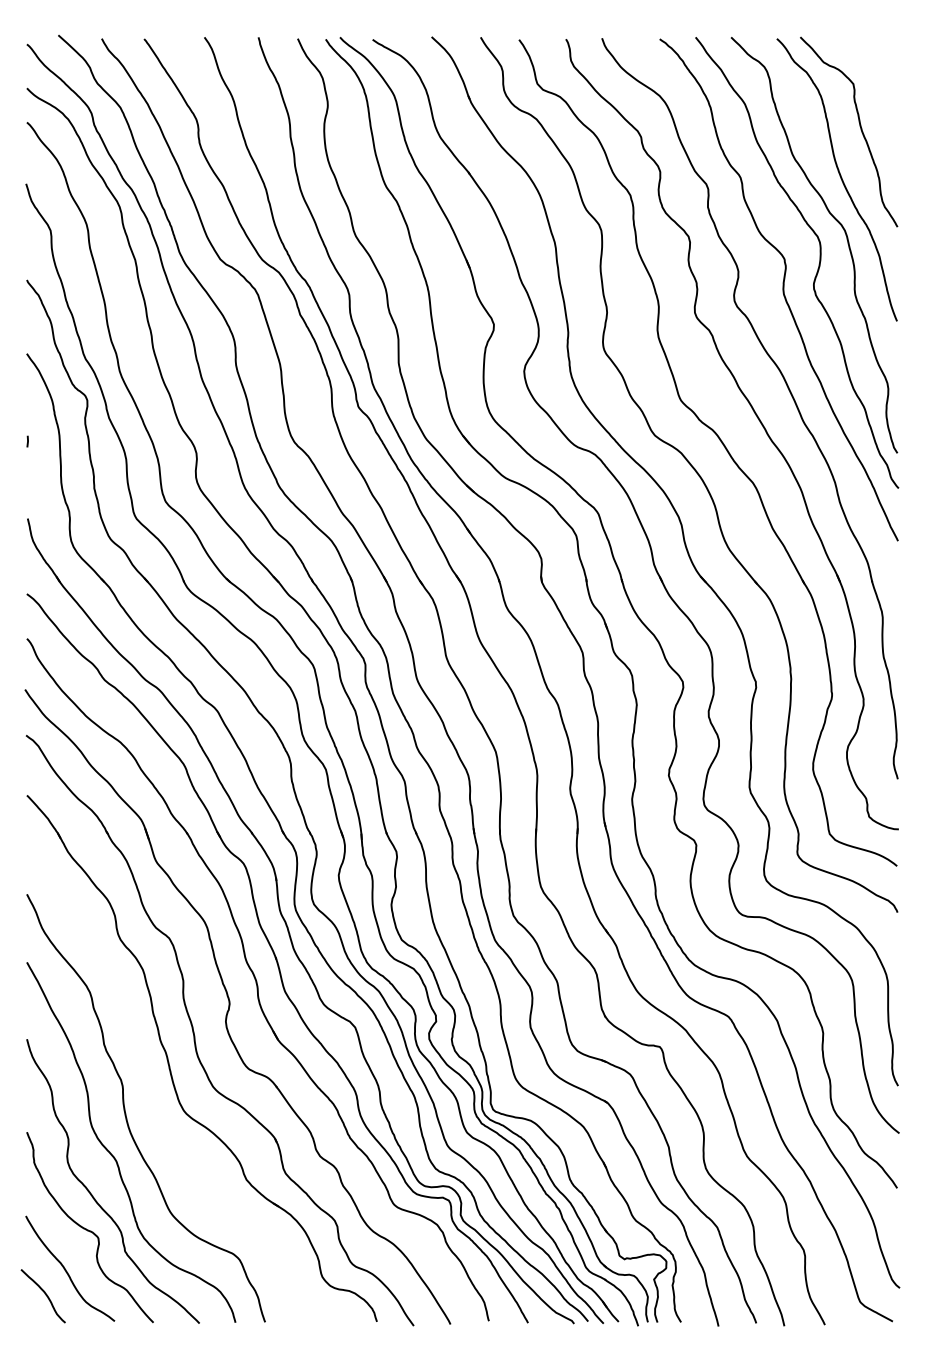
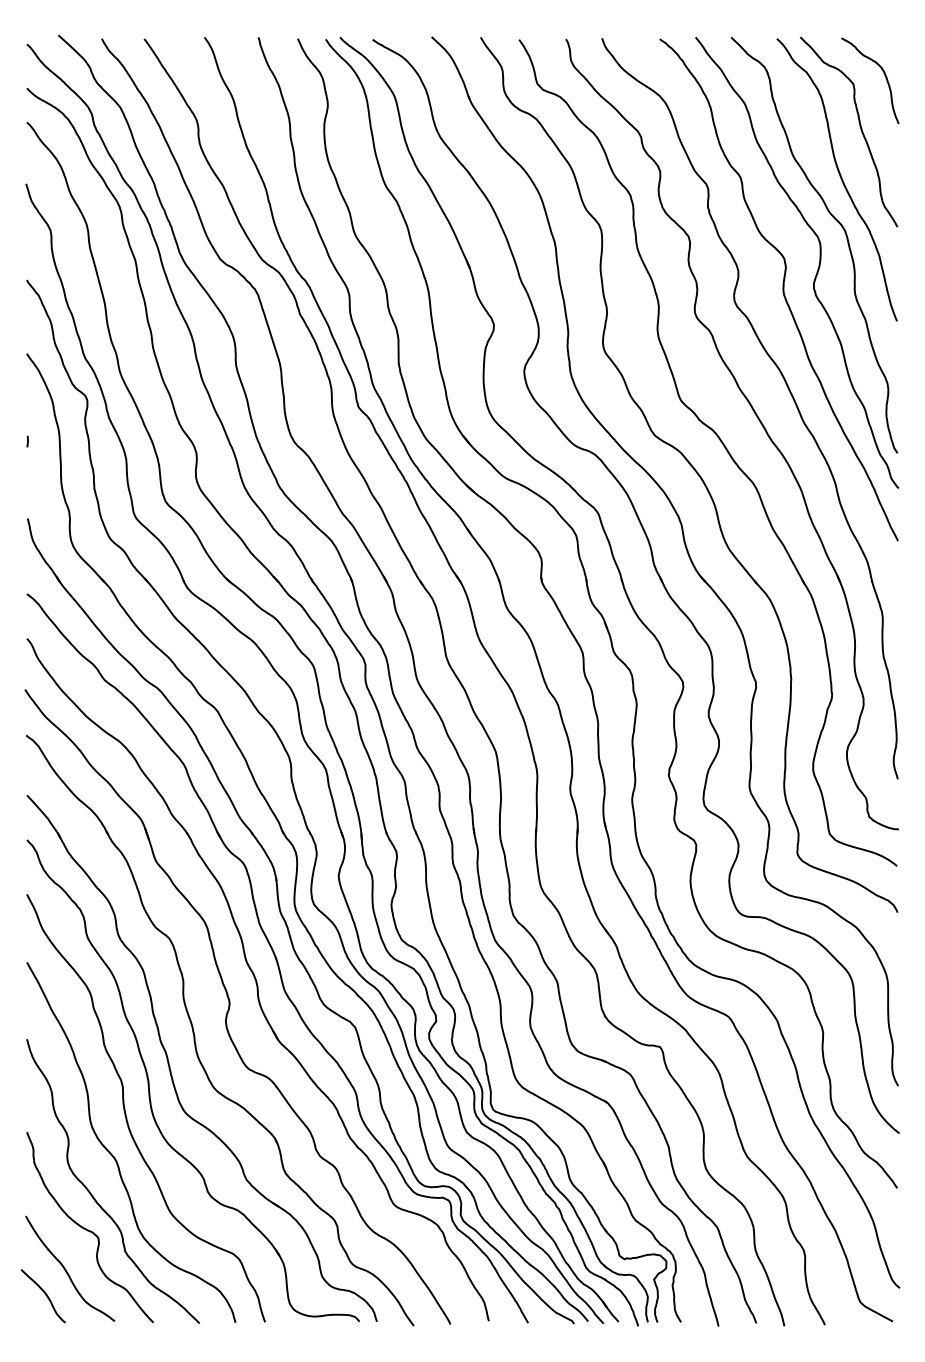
curve at (883, 73): none -> present
part at (149, 1080): none -> present
